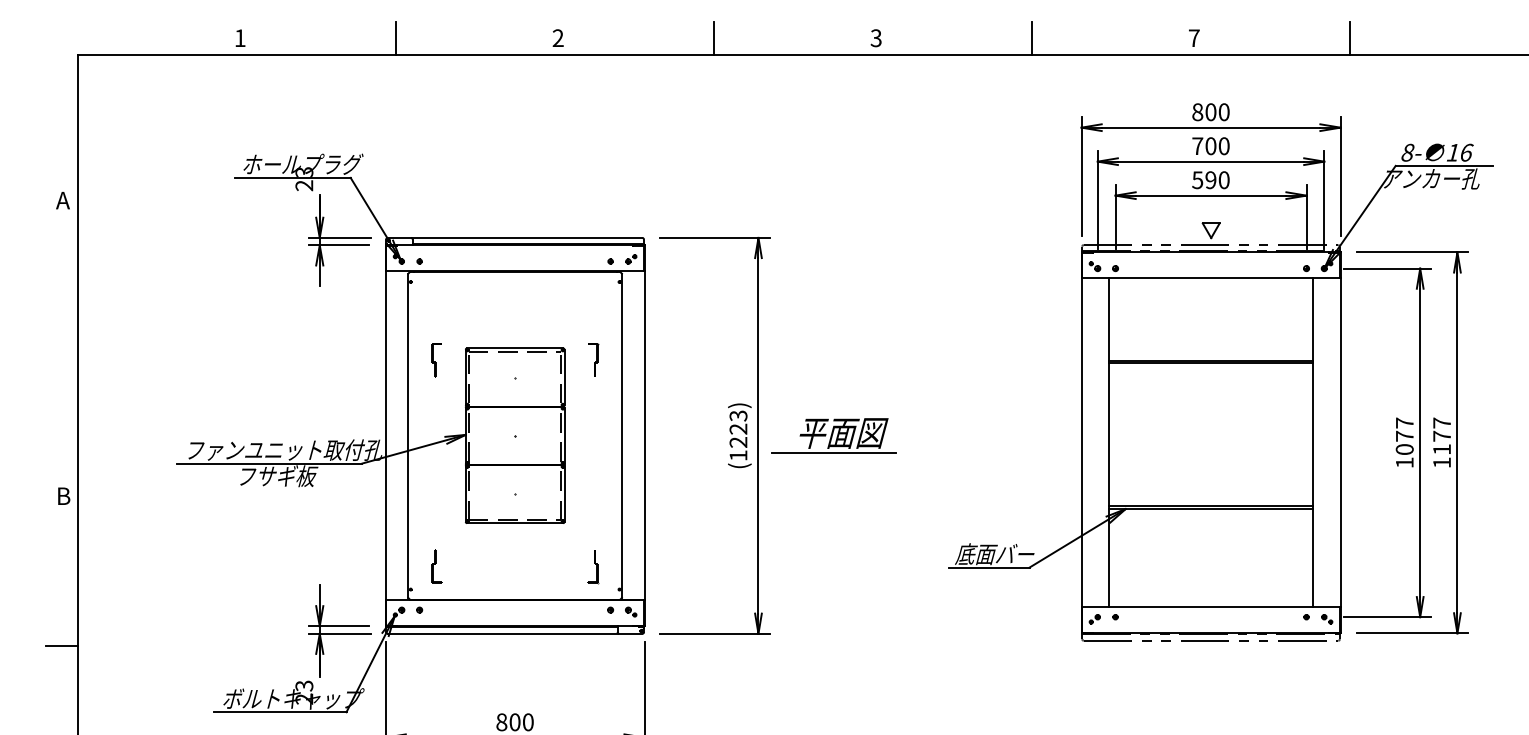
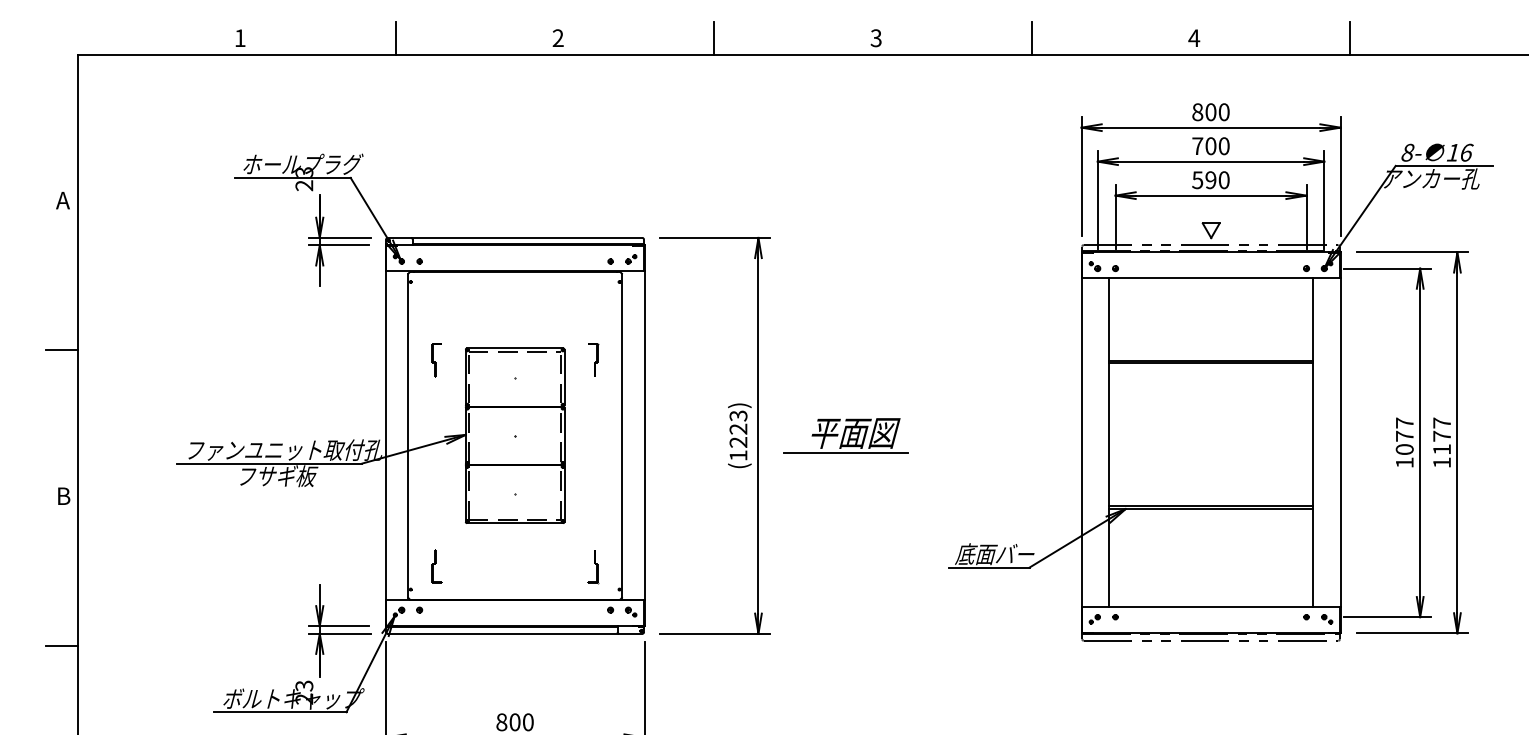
text at (1194, 37): 7 -> 4
line at (61, 350): none -> present
part at (833, 435) position: (833, 435) -> (845, 435)
